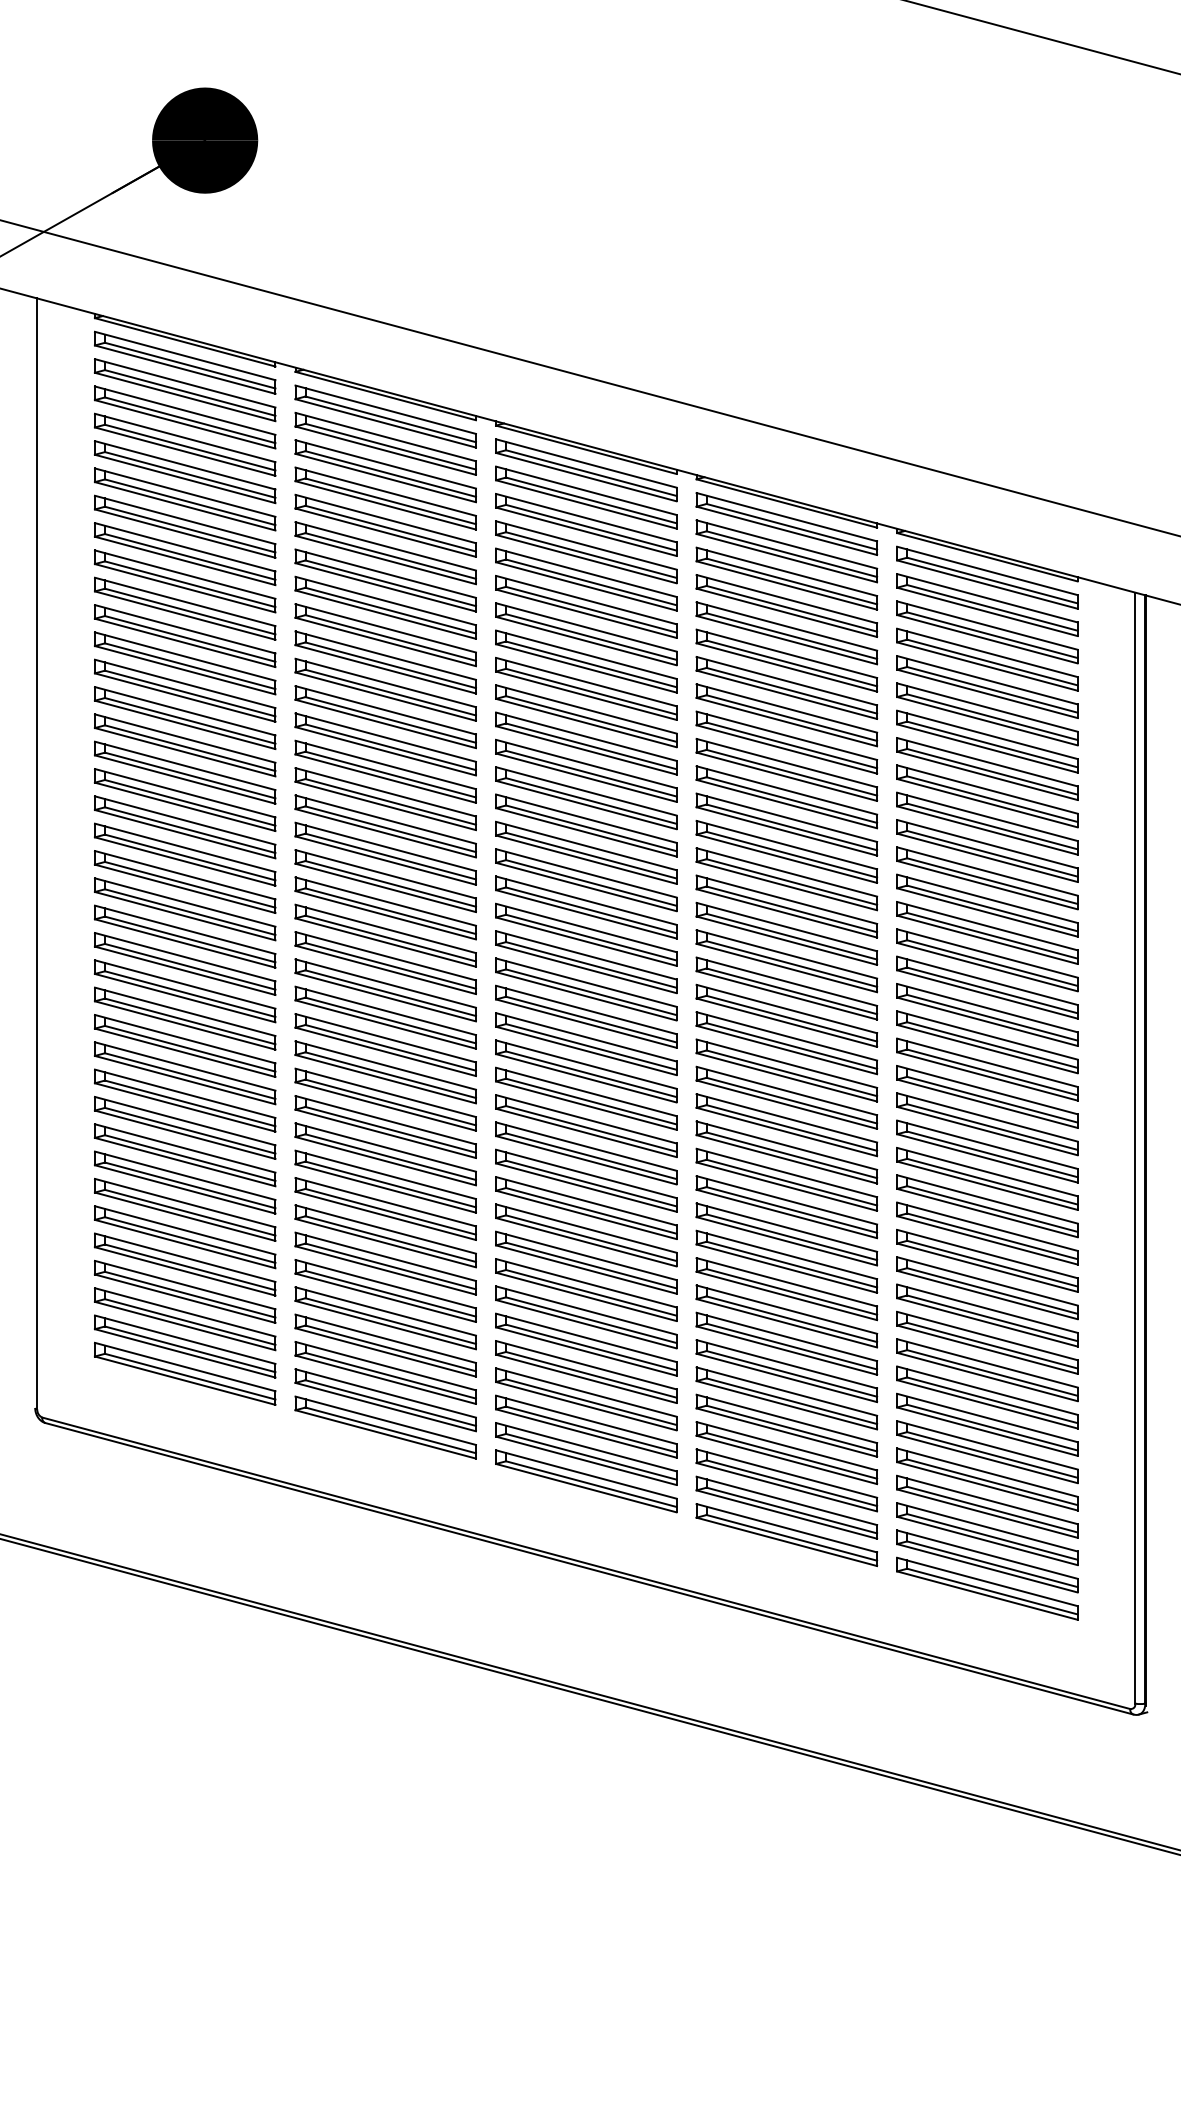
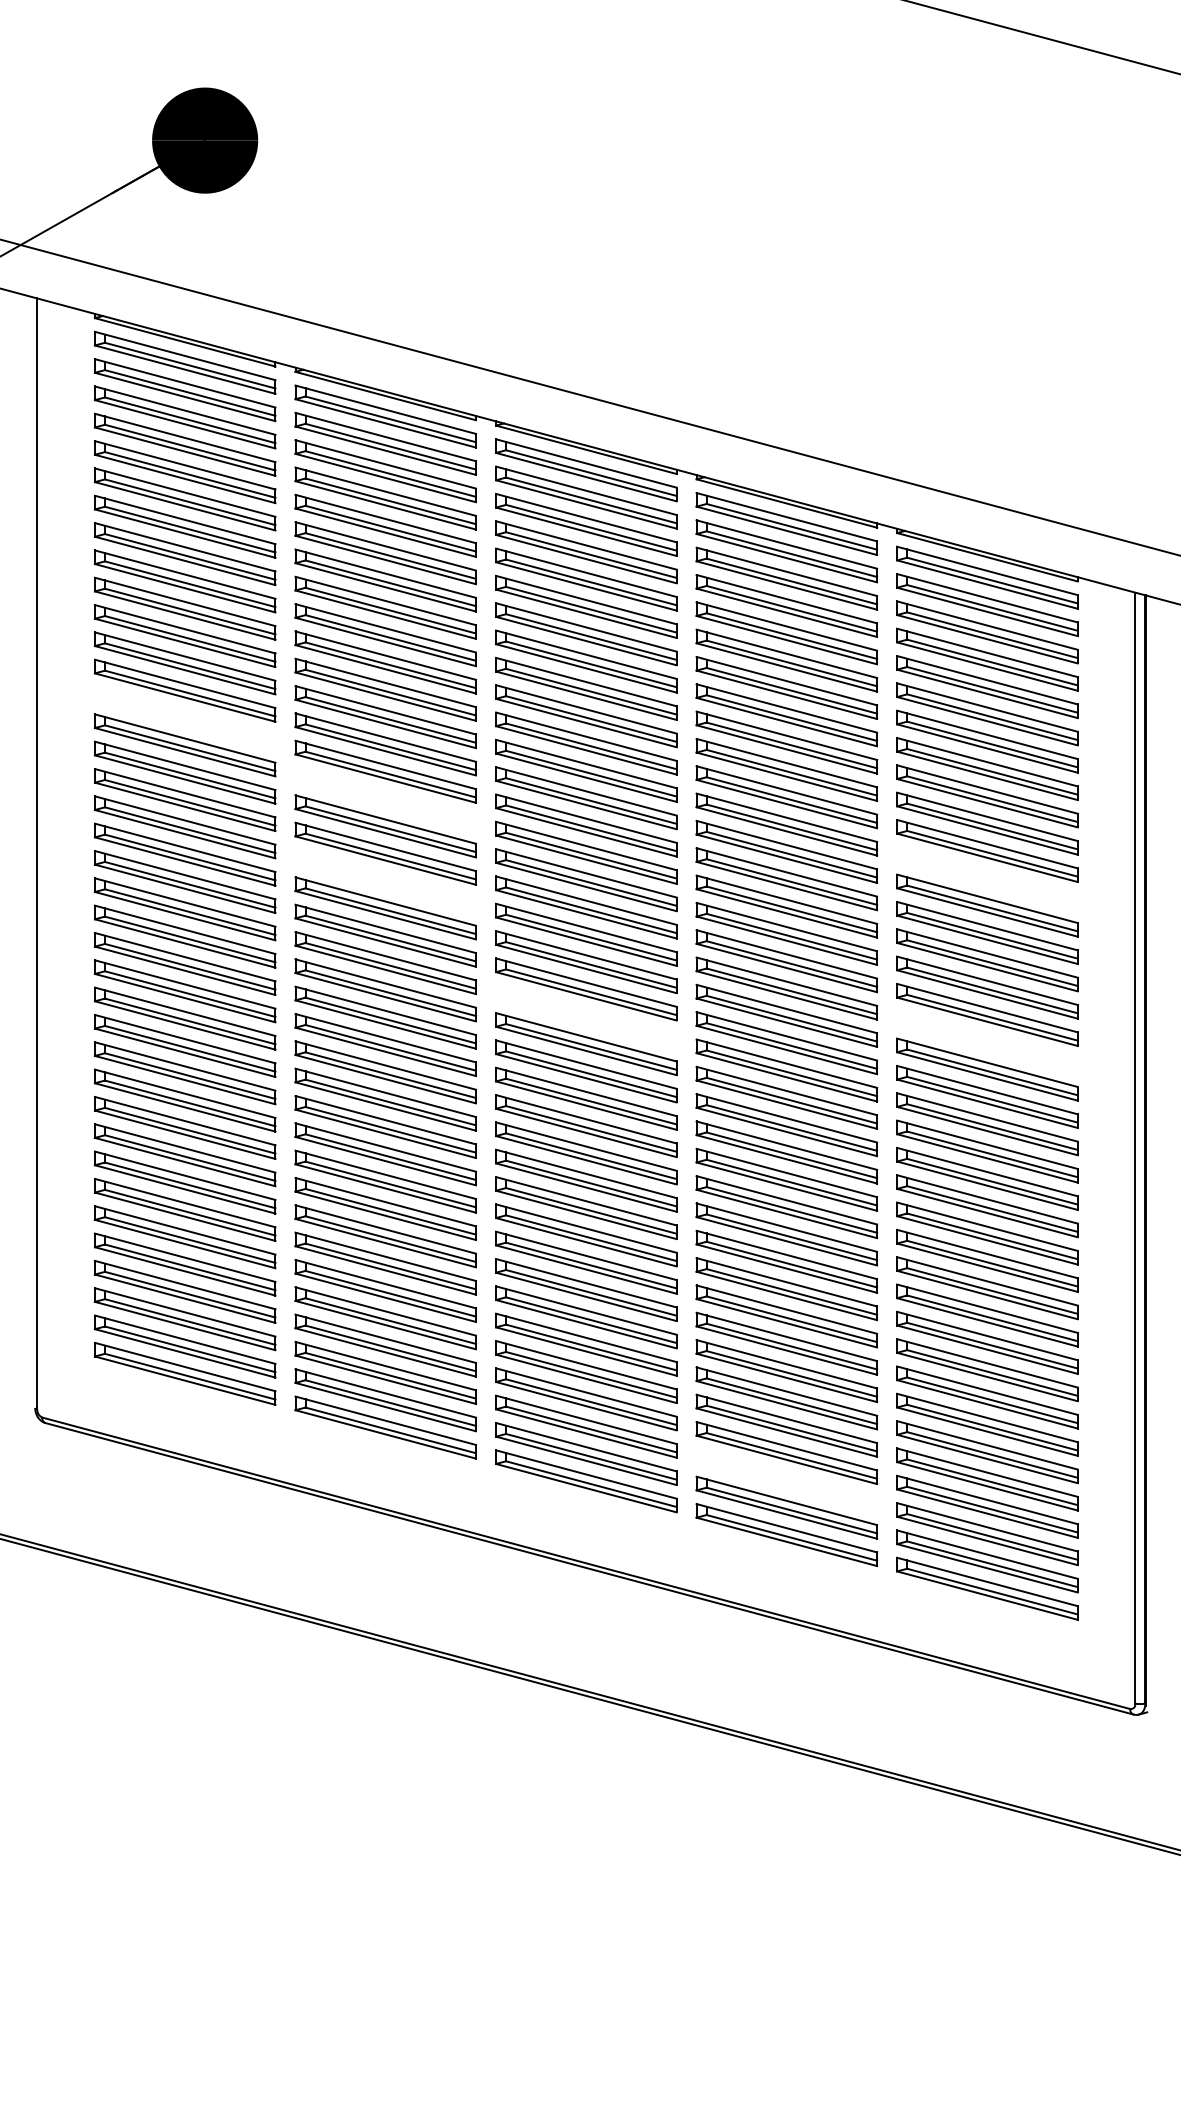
line at (589, 377) position: (589, 377) -> (589, 397)
part at (185, 717): present -> none
part at (385, 799): present -> none
part at (987, 878): present -> none
part at (385, 881): present -> none
part at (586, 1016): present -> none
part at (987, 1042): present -> none
part at (786, 1480): present -> none
